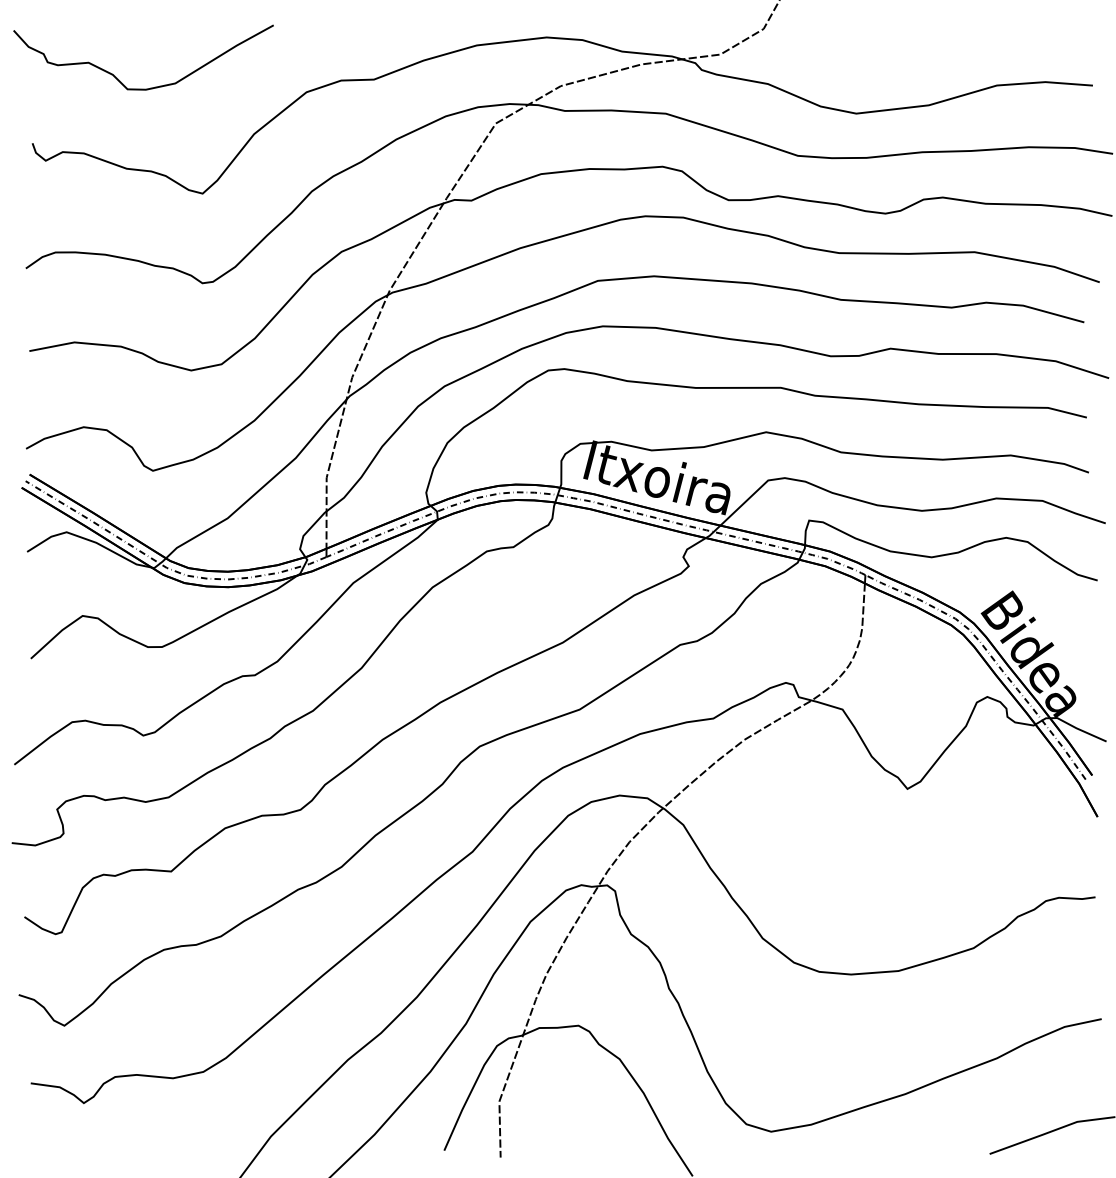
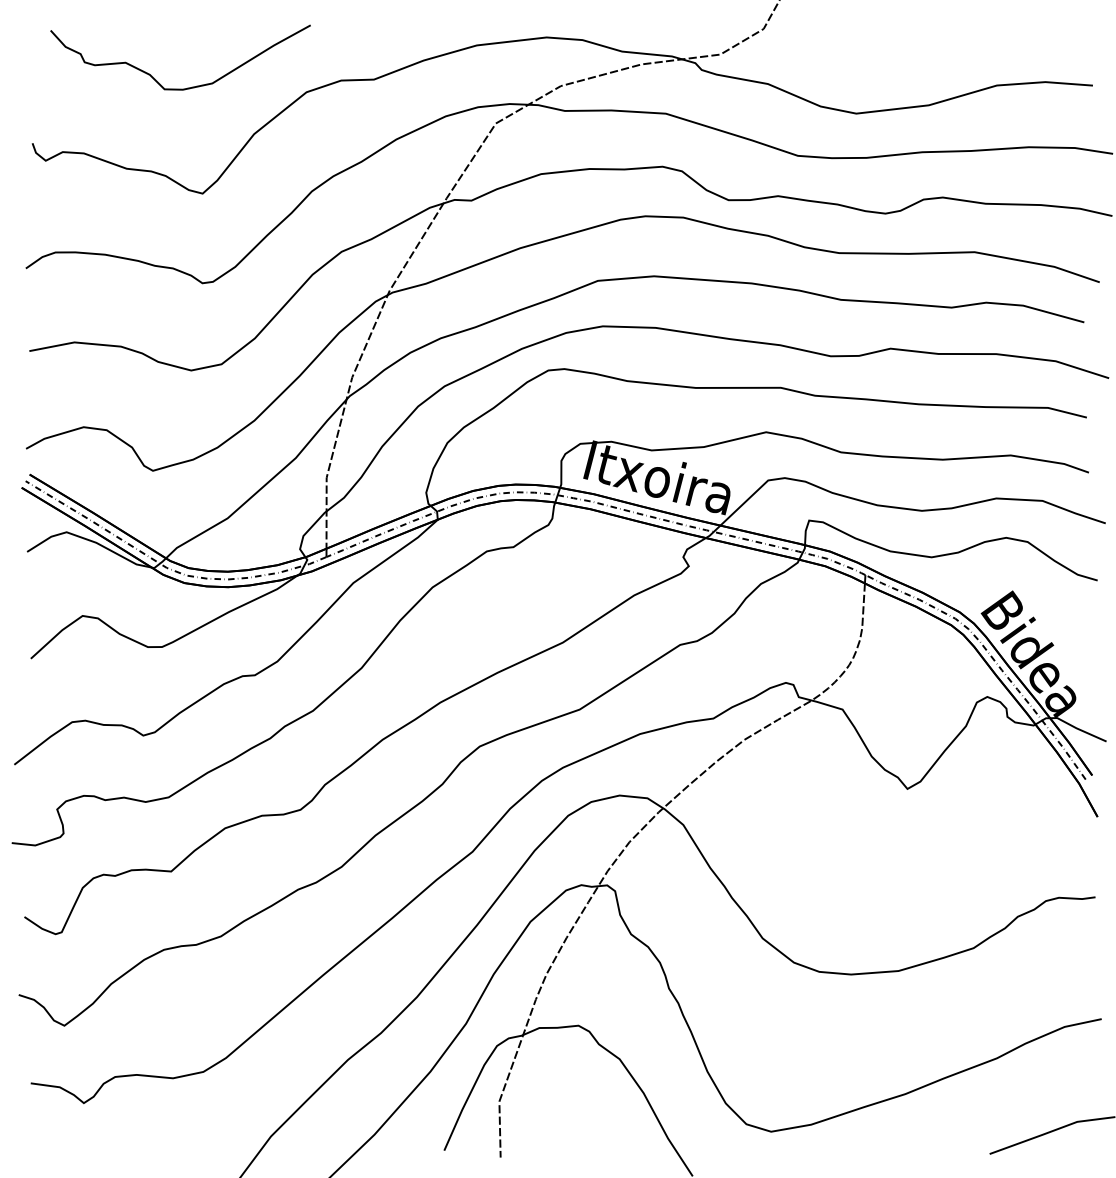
curve at (150, 87) position: (150, 87) -> (187, 87)
